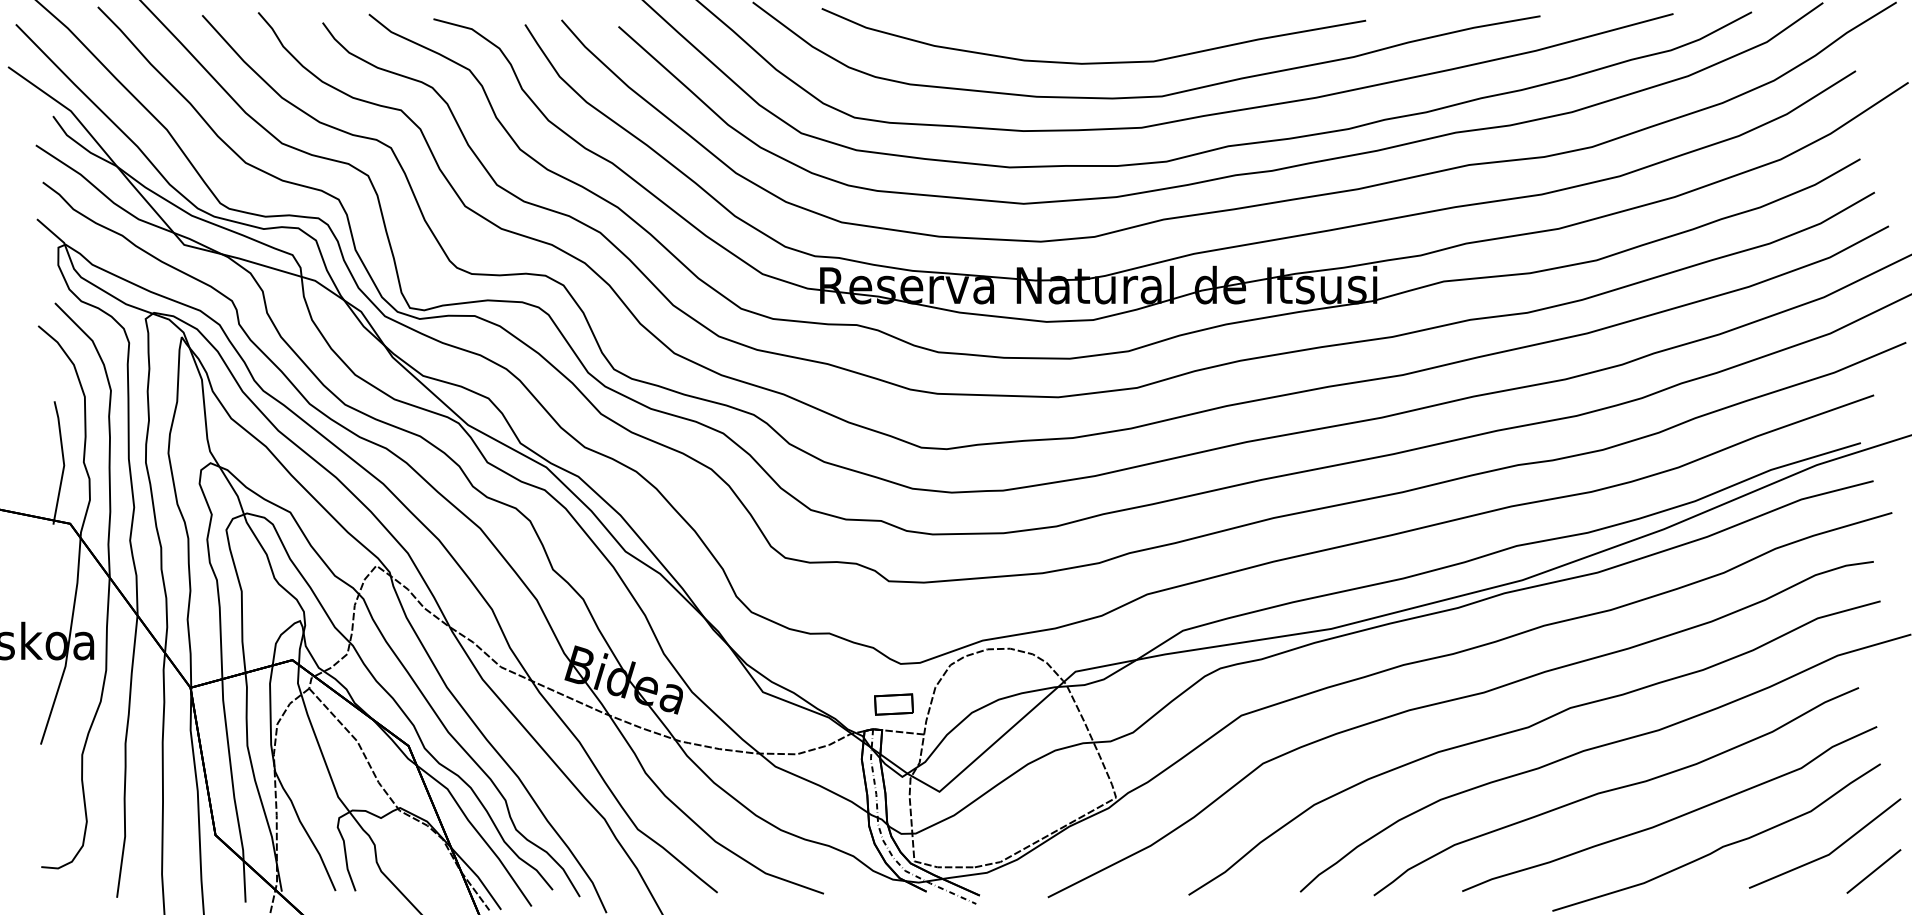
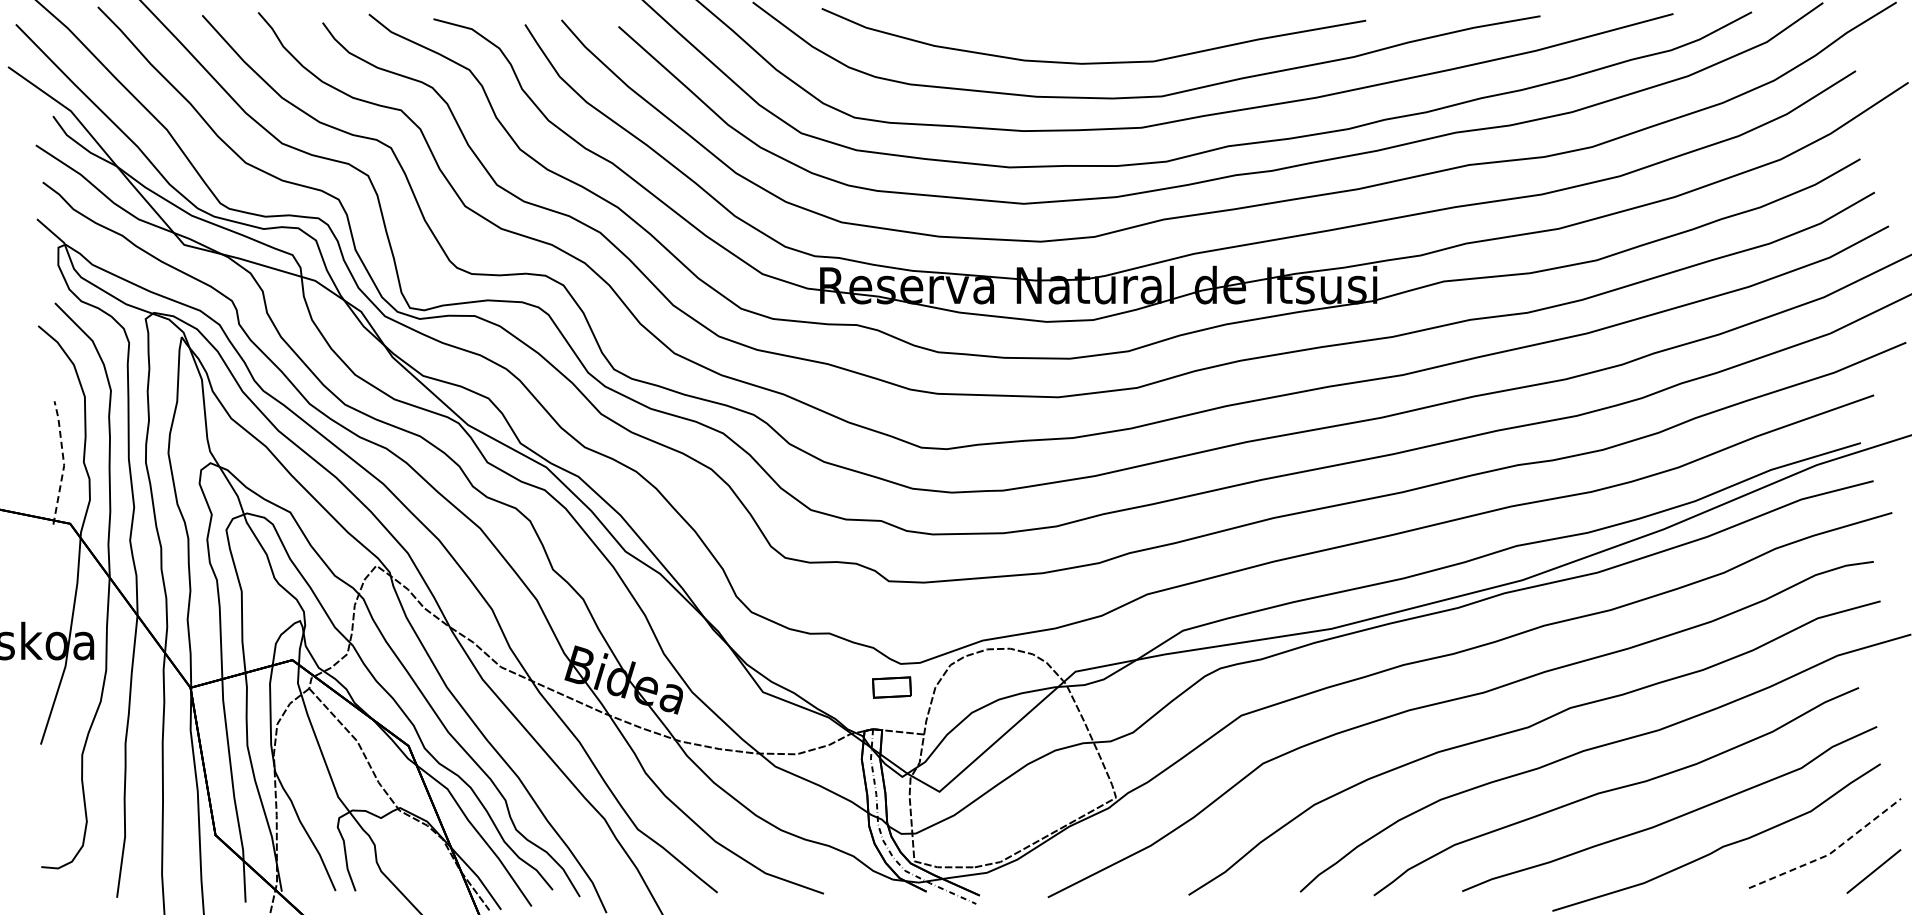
line at (63, 462): solid -> dashed
part at (893, 704) position: (893, 704) -> (891, 687)
line at (1830, 853): solid -> dashed
